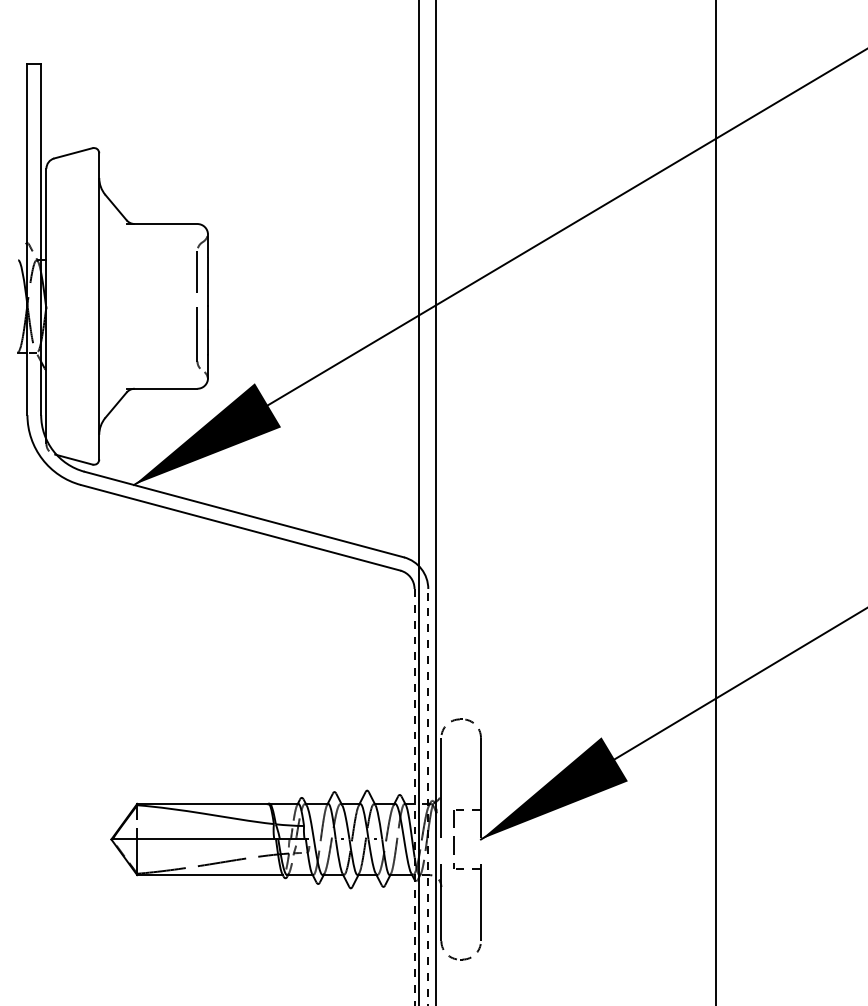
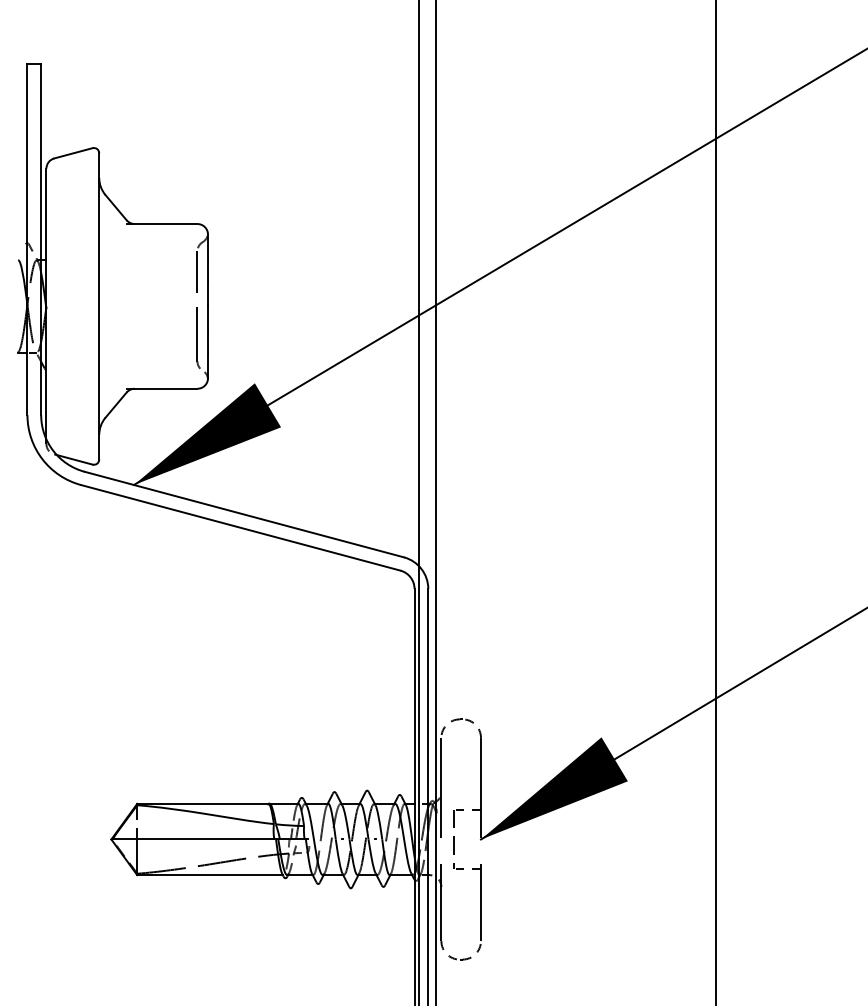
line at (428, 796): dashed -> solid
line at (414, 797): dashed -> solid
